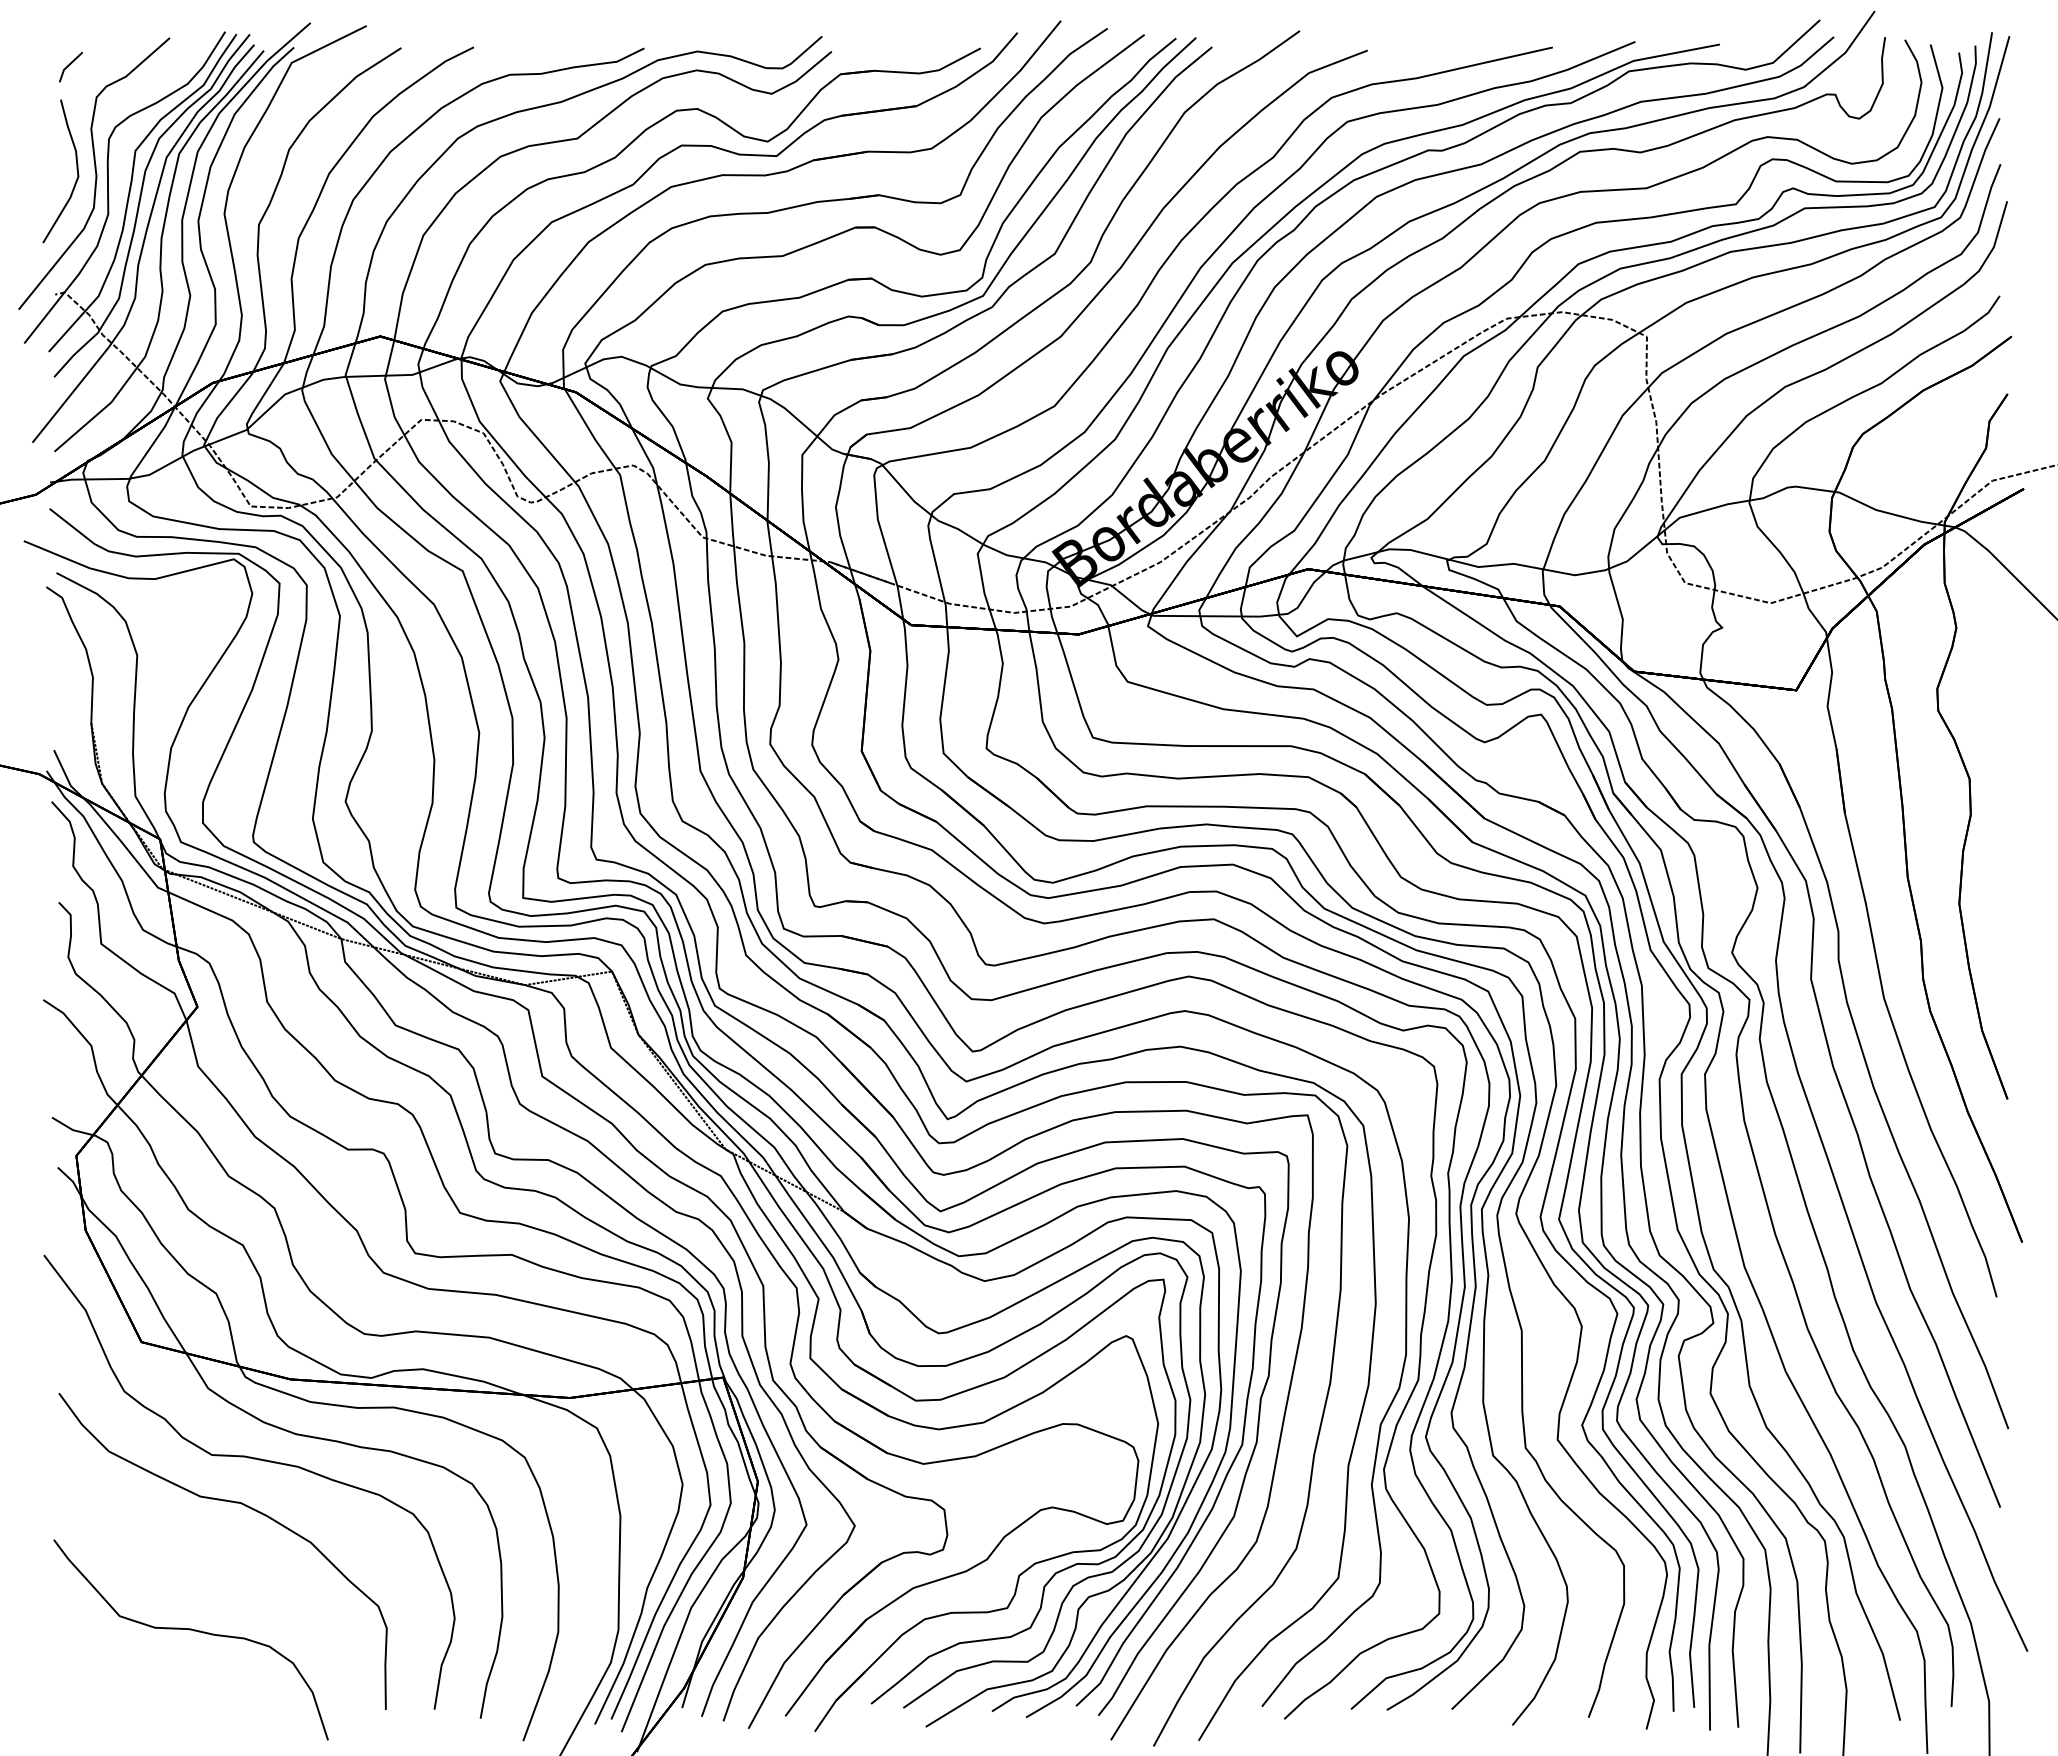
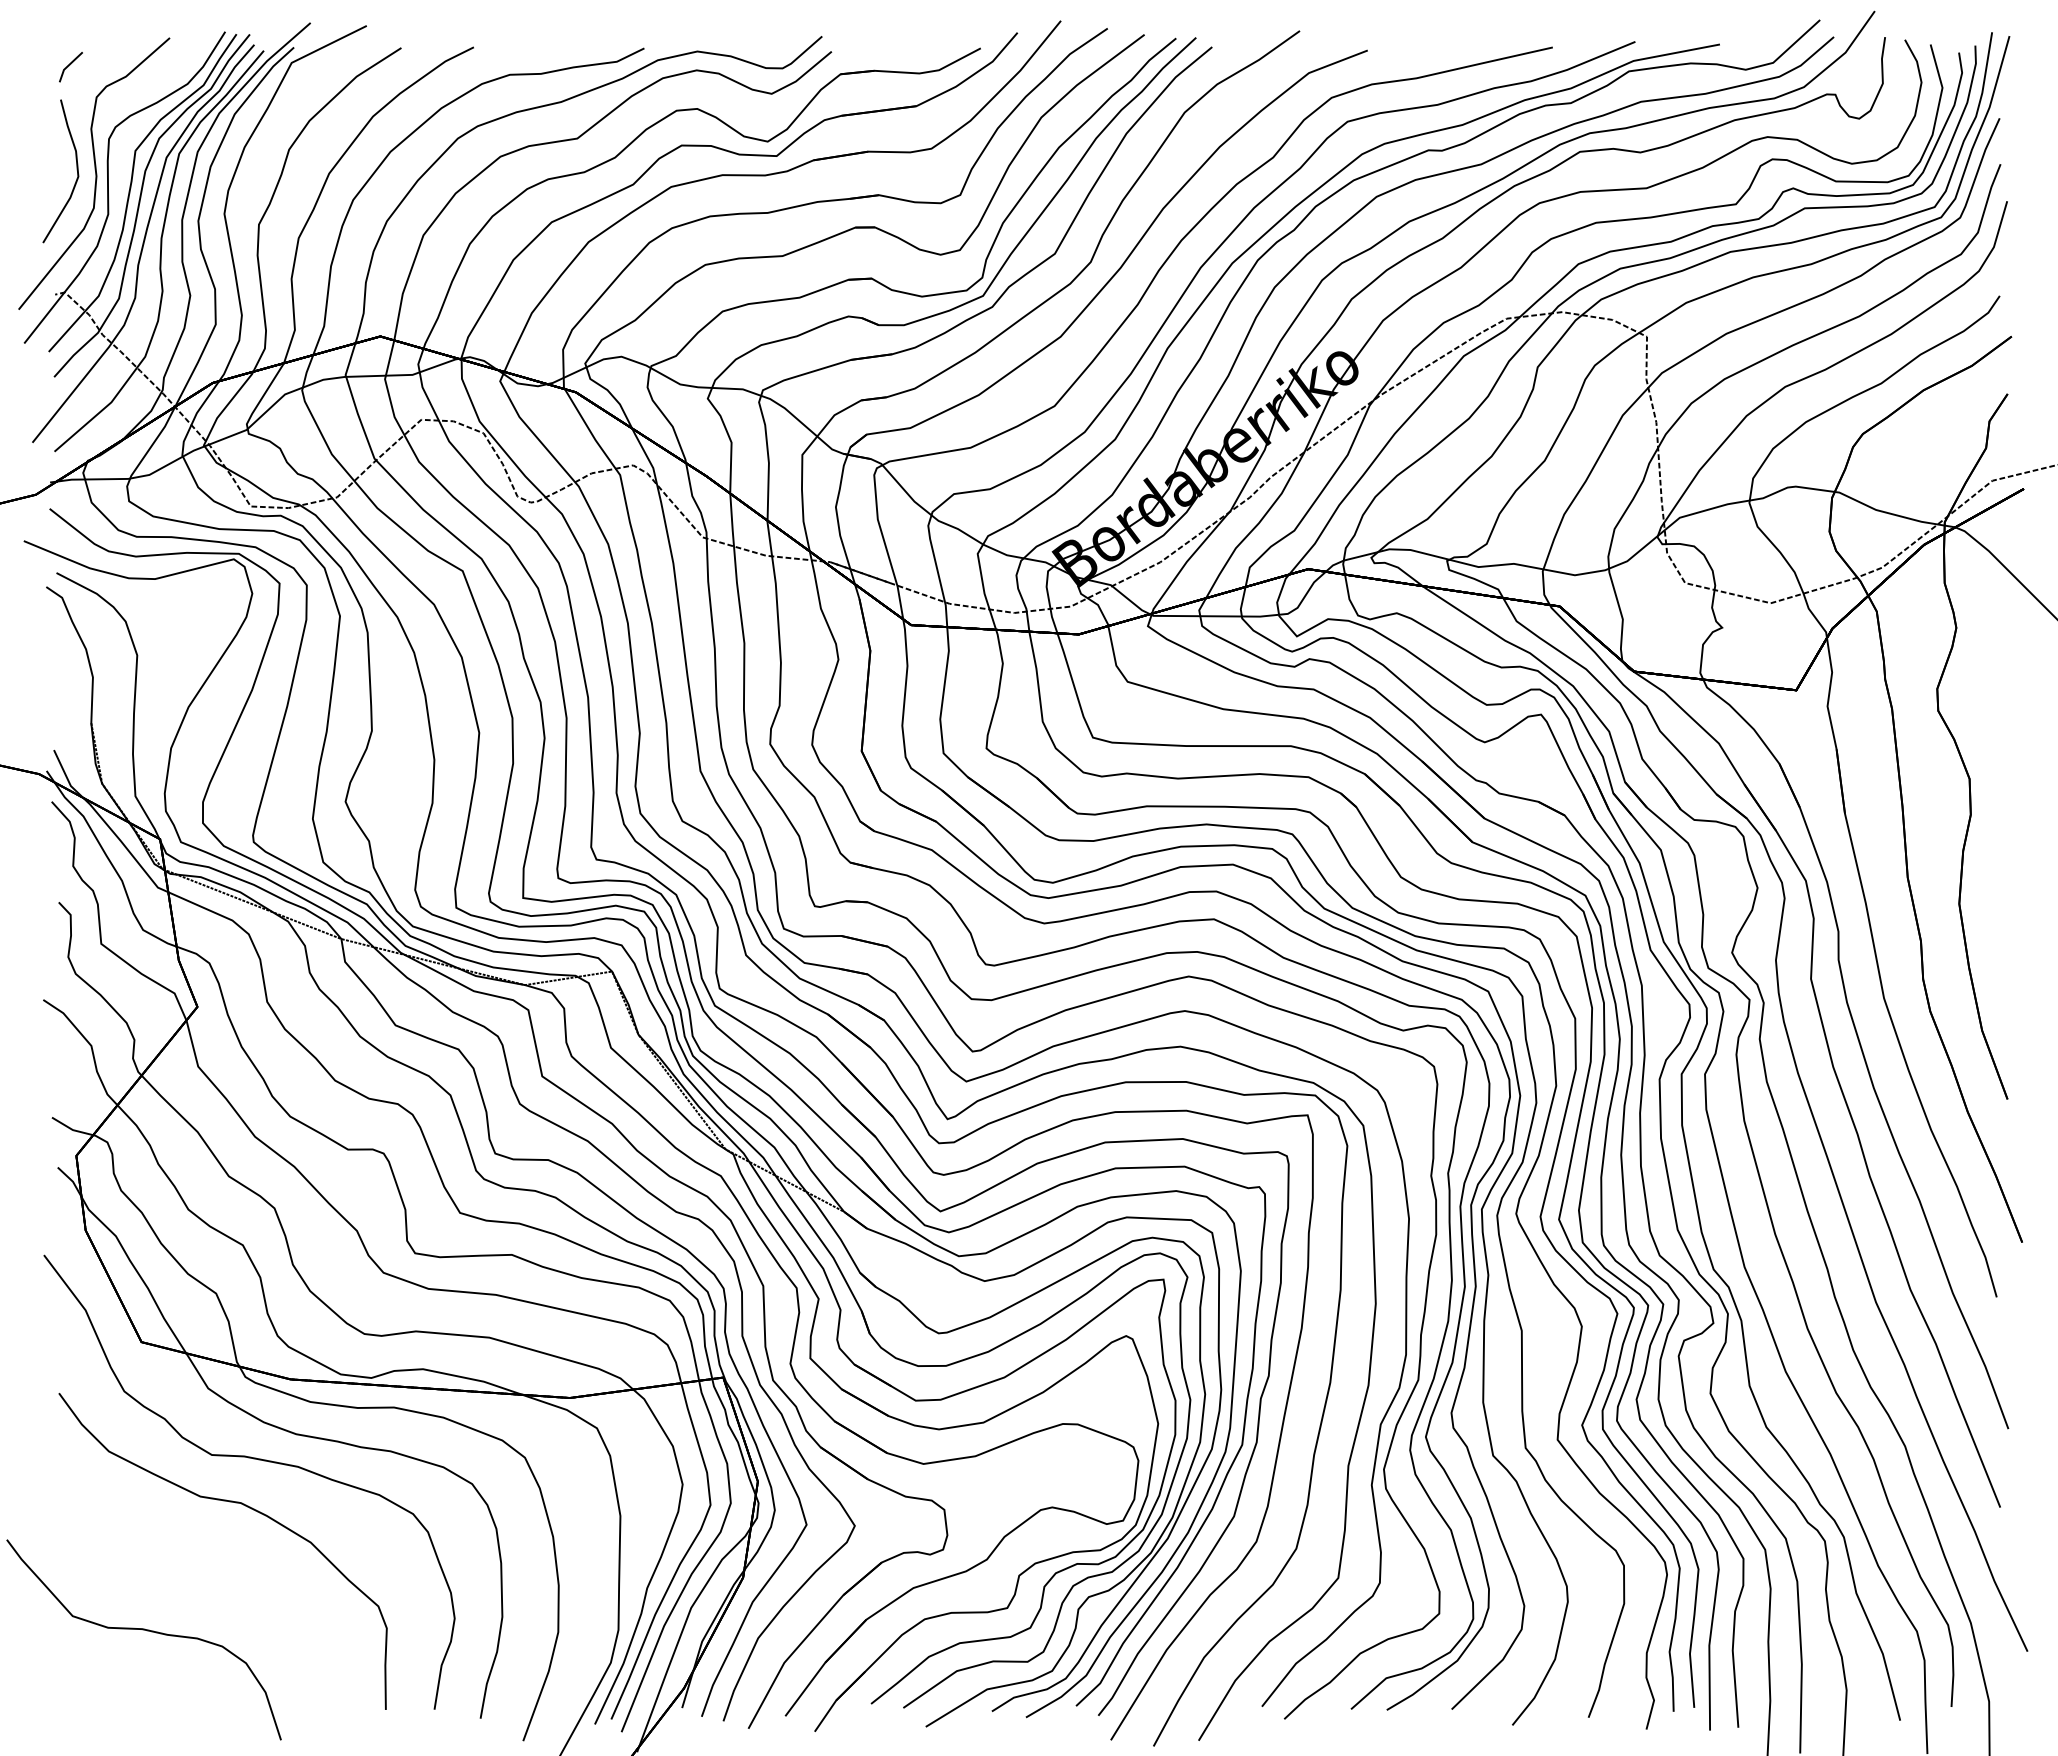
part at (194, 1631) position: (194, 1631) -> (147, 1631)
